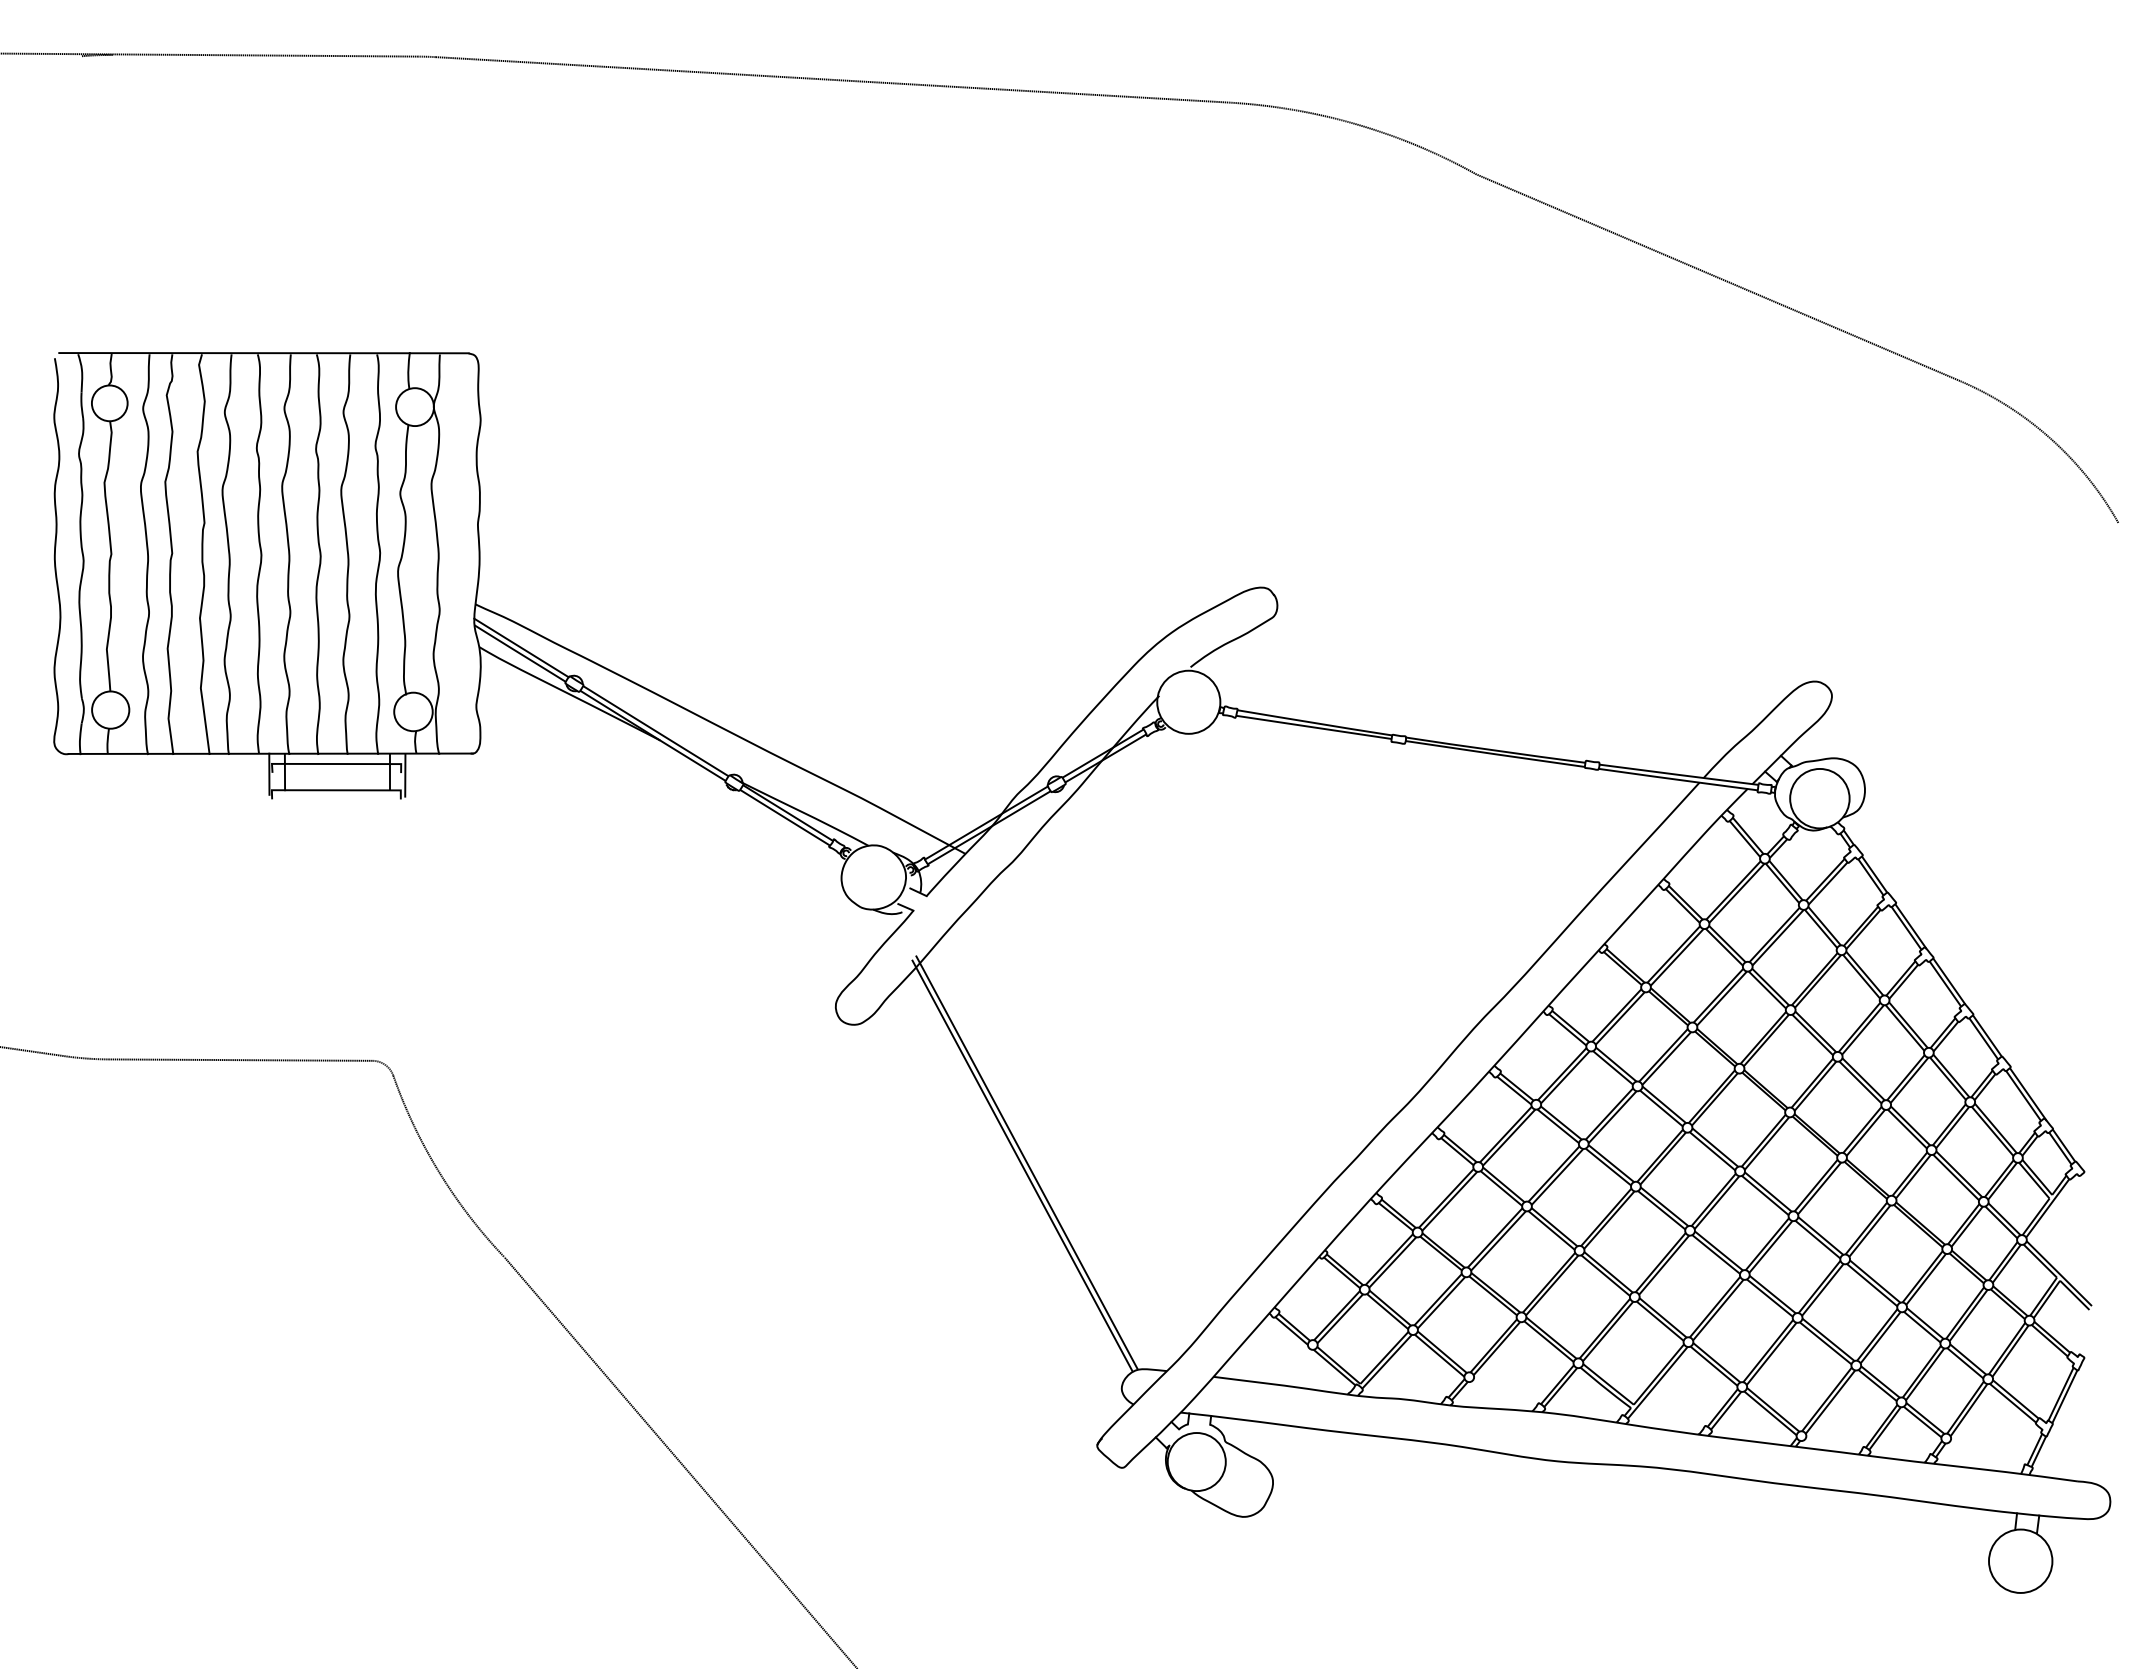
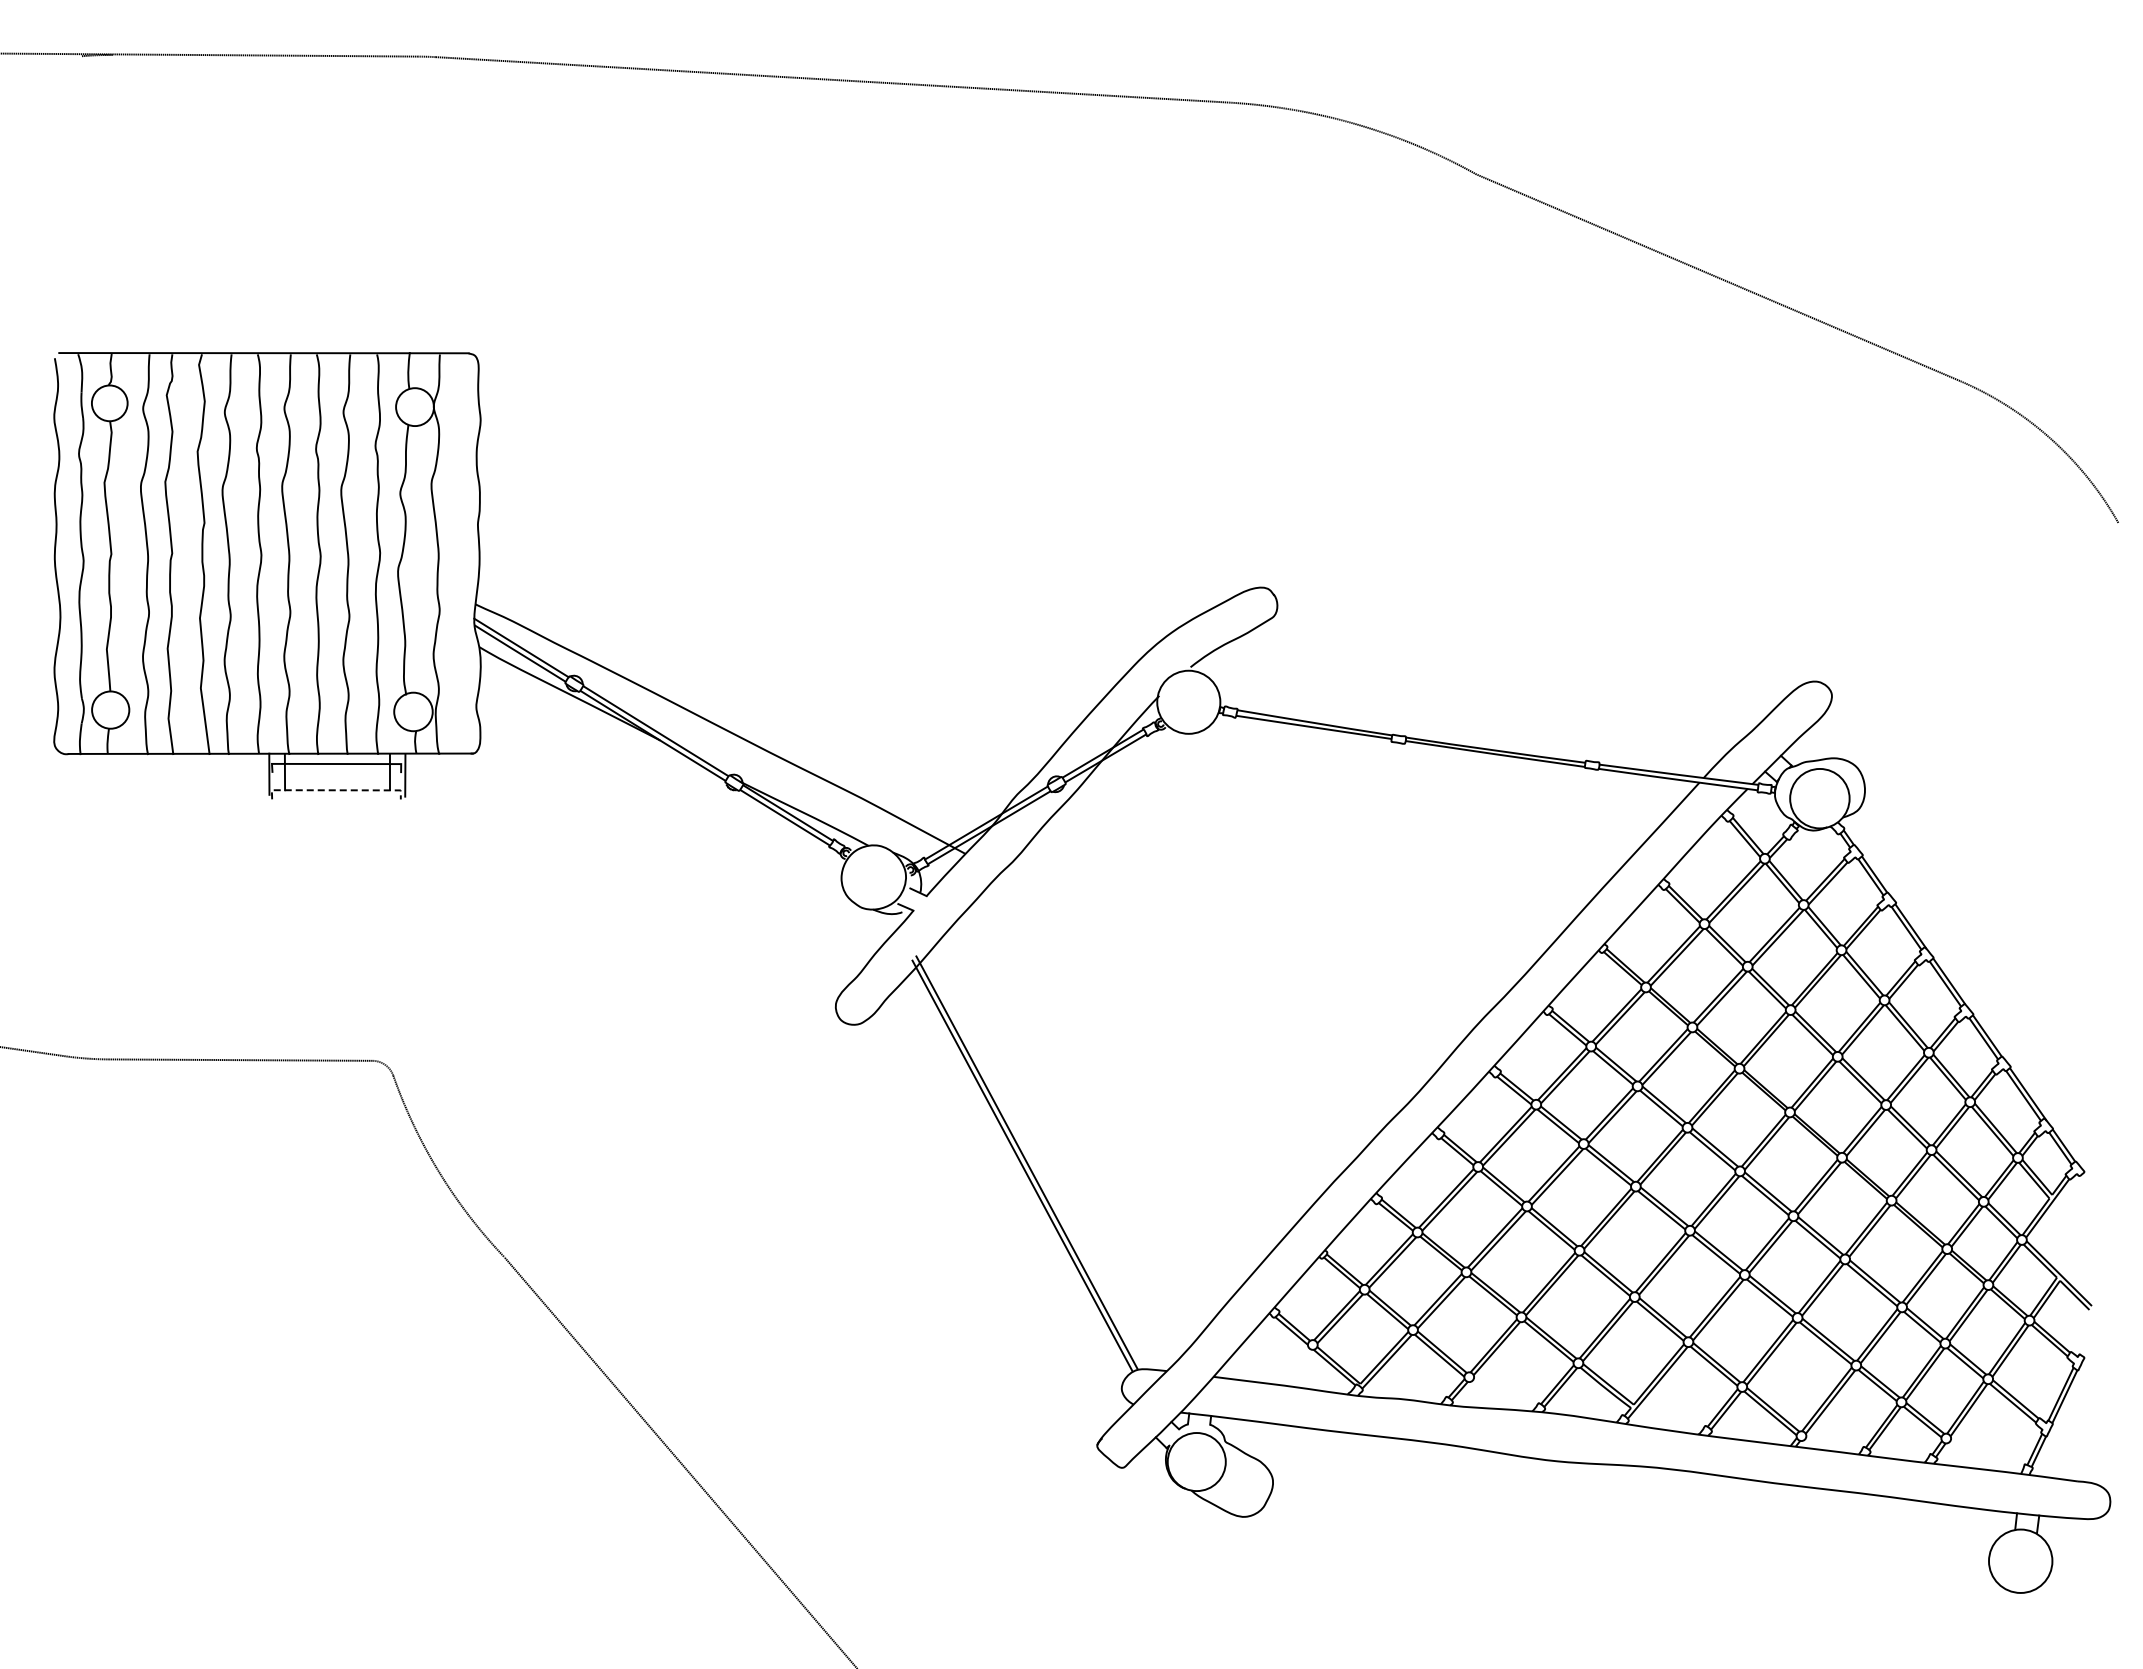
line at (336, 790): solid -> dashed
